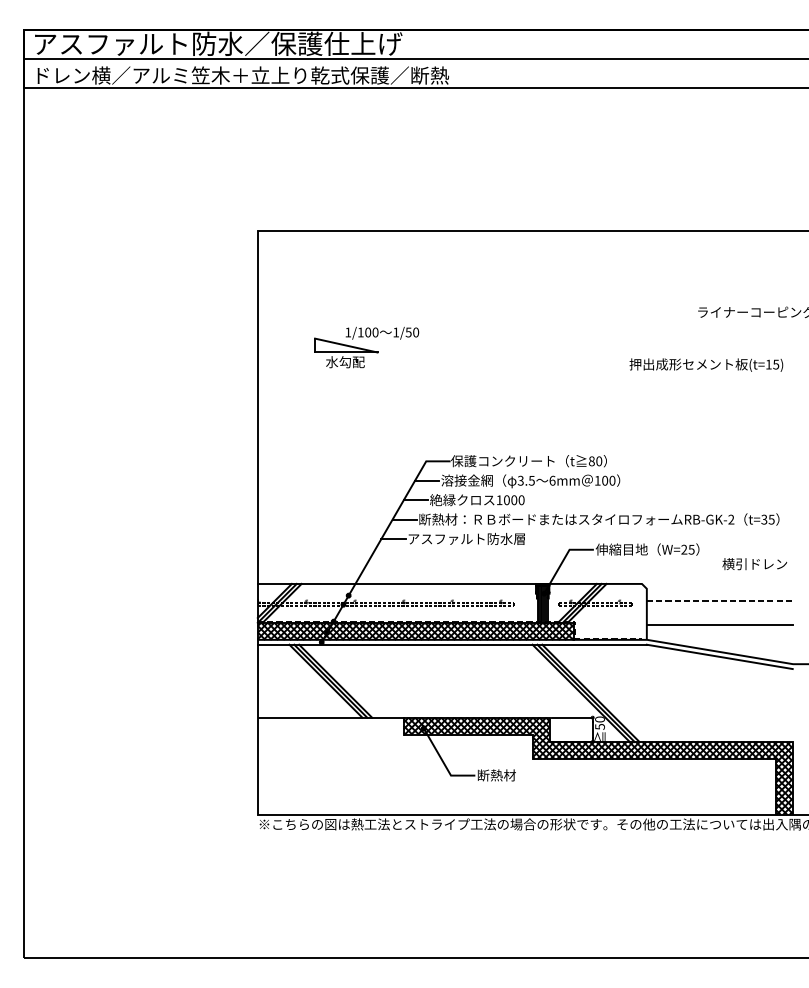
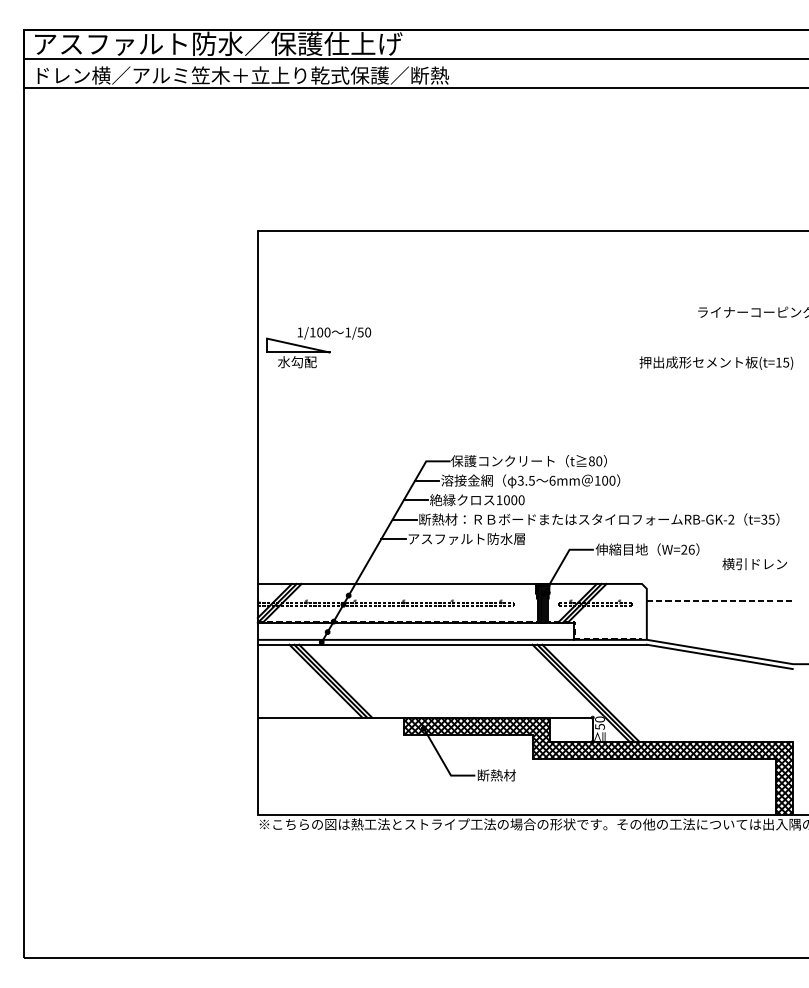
part at (366, 347) position: (366, 347) -> (318, 347)
text at (706, 364) position: (706, 364) -> (716, 362)
text at (691, 549): W=25 -> W=26
line at (719, 625): present -> none
hatch at (415, 630): present -> none
